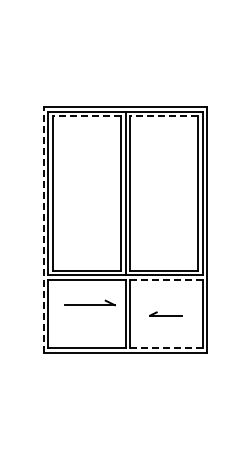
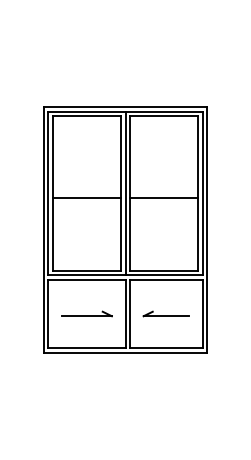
line at (86, 116): dashed -> solid
line at (163, 116): dashed -> solid
line at (86, 198): none -> present
line at (163, 198): none -> present
line at (43, 230): dashed -> solid
line at (165, 280): dashed -> solid
part at (89, 302) position: (89, 302) -> (86, 313)
part at (165, 313) size: 34x6 px -> 48x8 px
line at (166, 348): dashed -> solid
